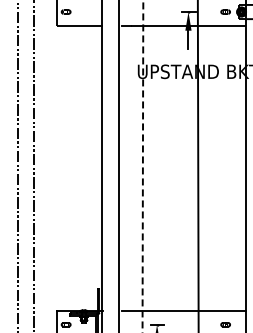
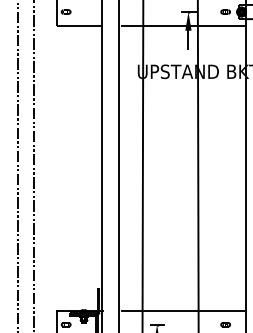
line at (142, 166): dashed -> solid
